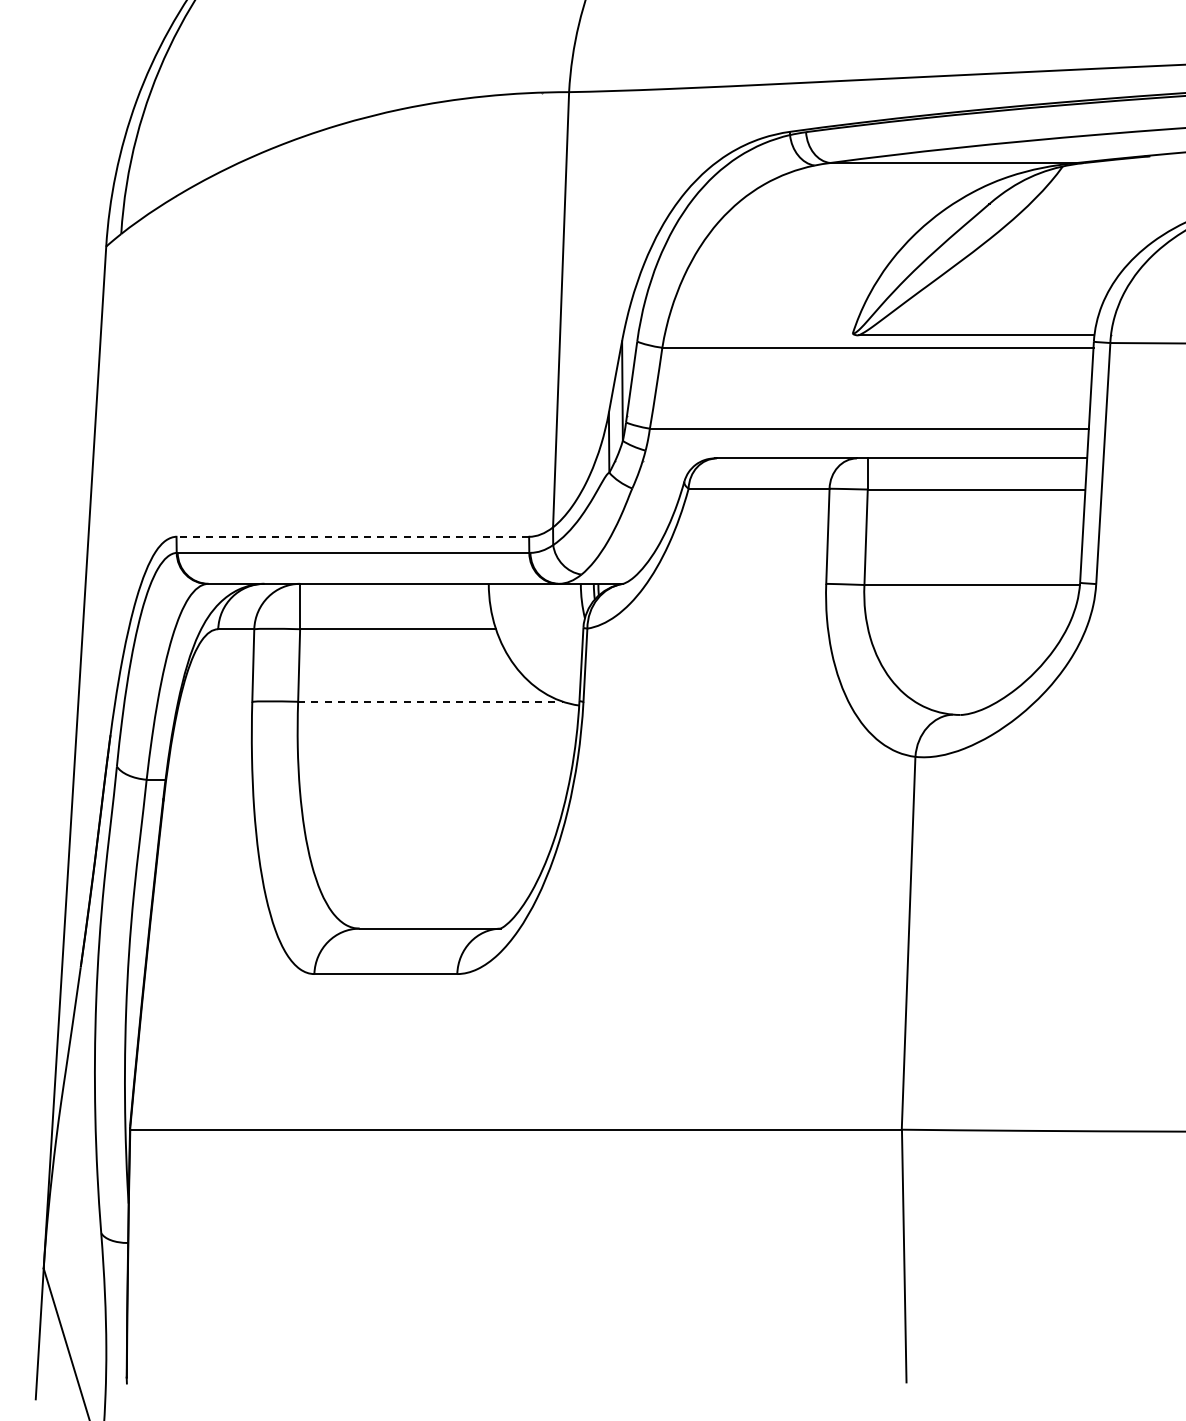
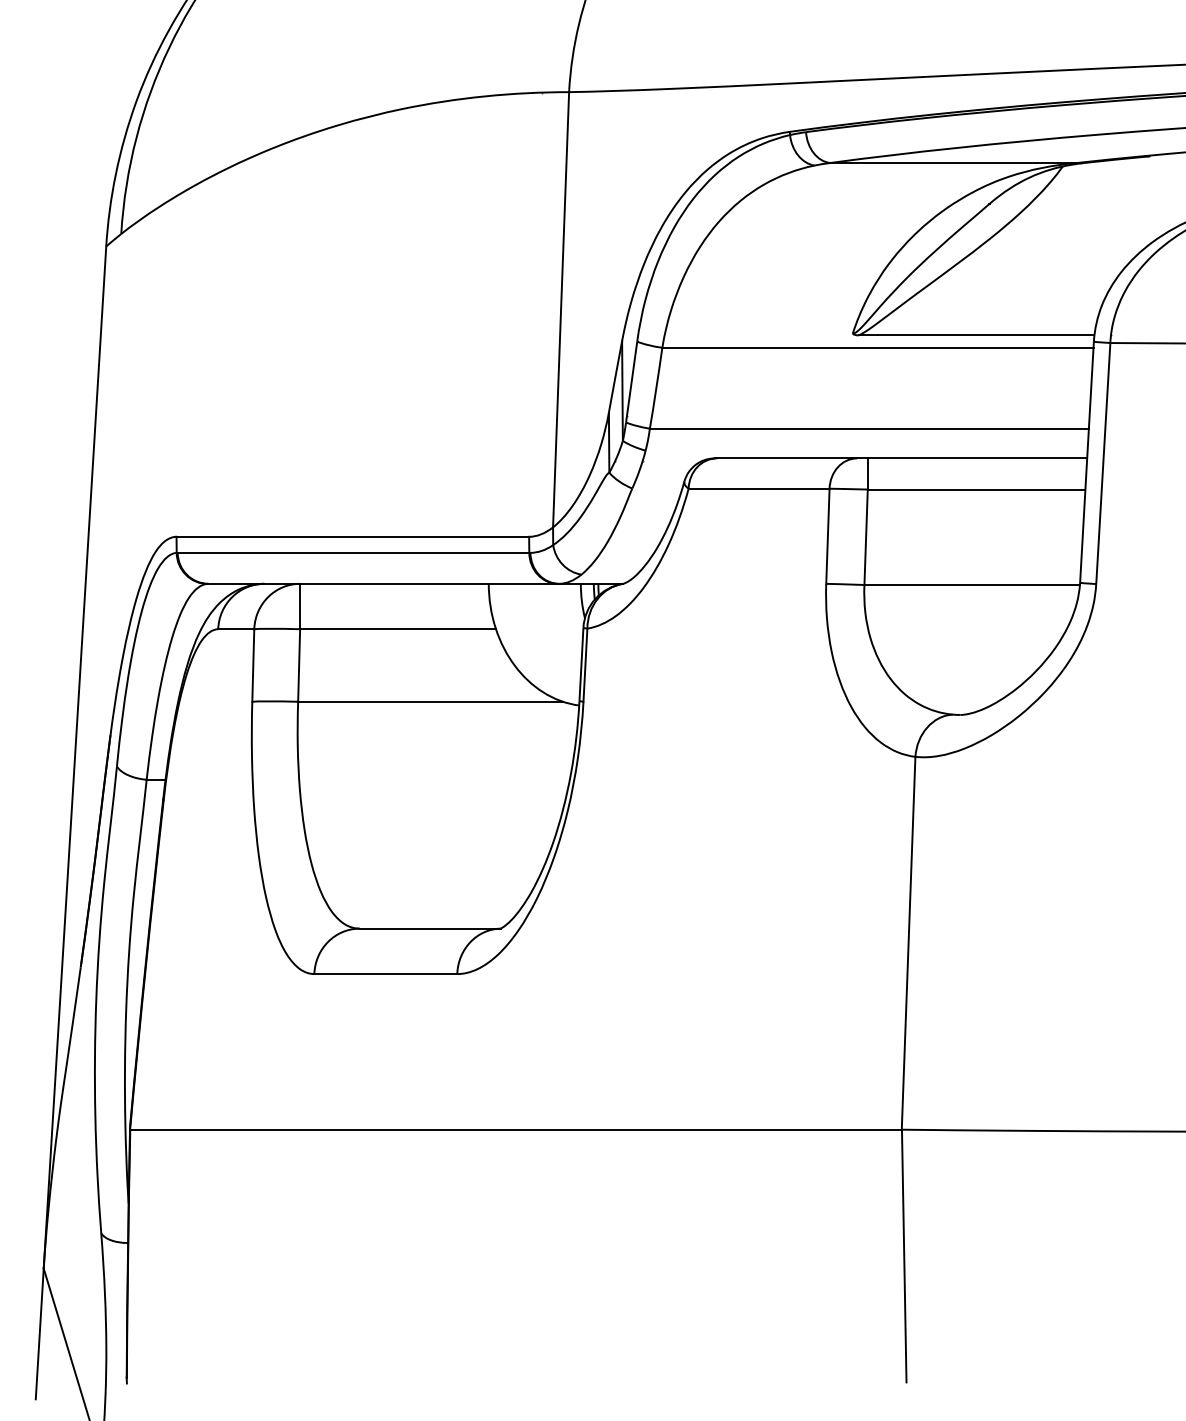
line at (352, 536): dashed -> solid
line at (431, 701): dashed -> solid
